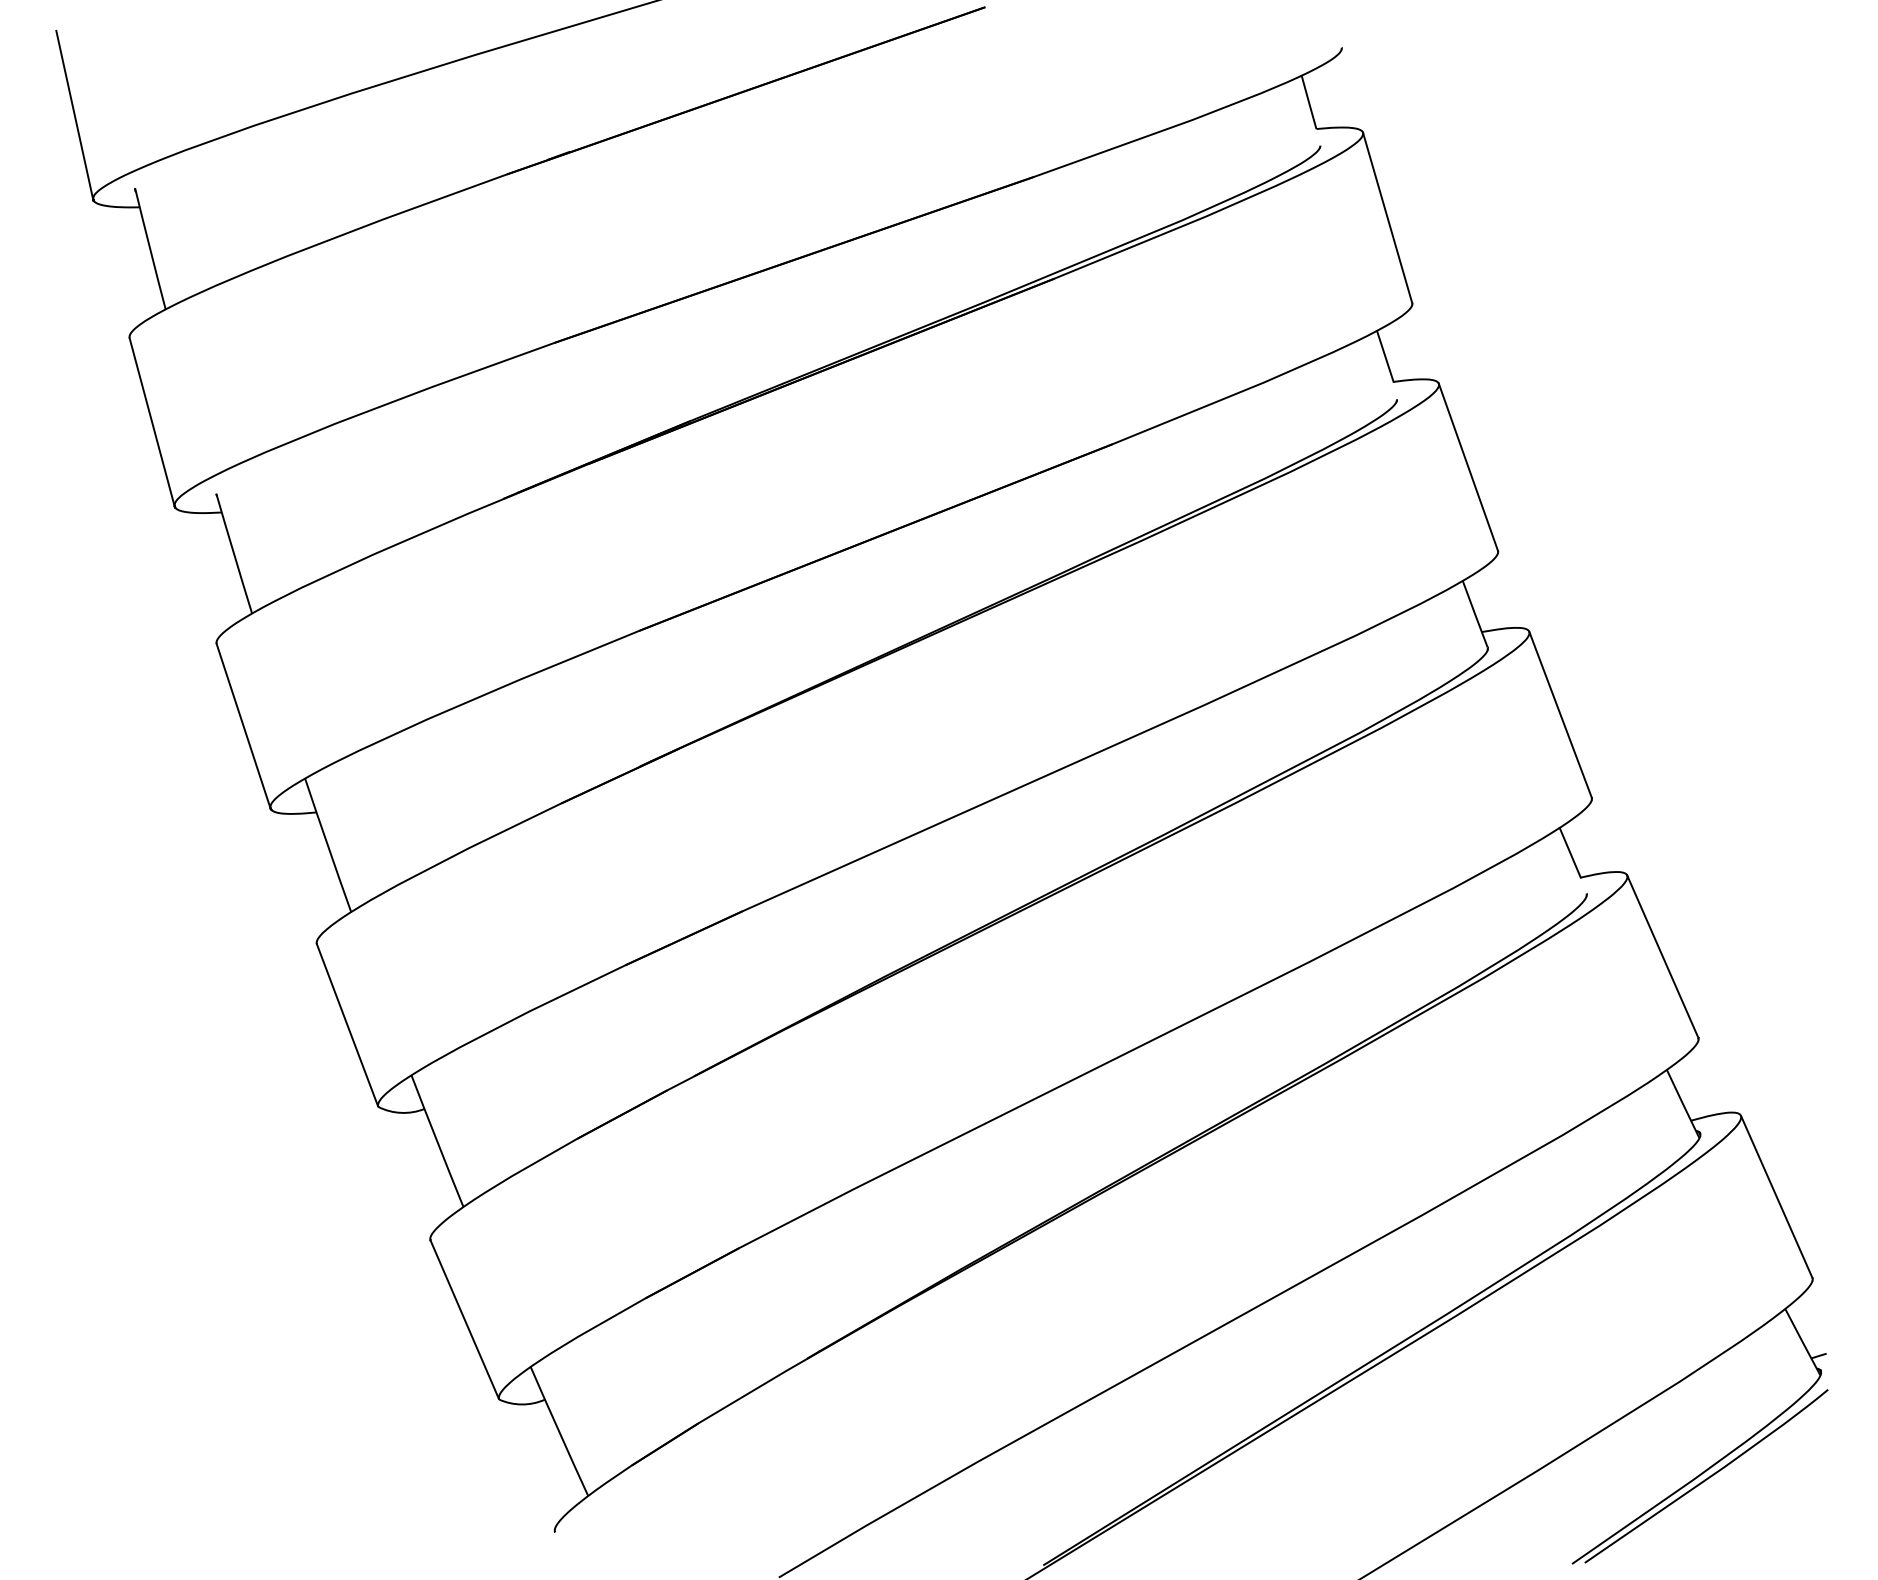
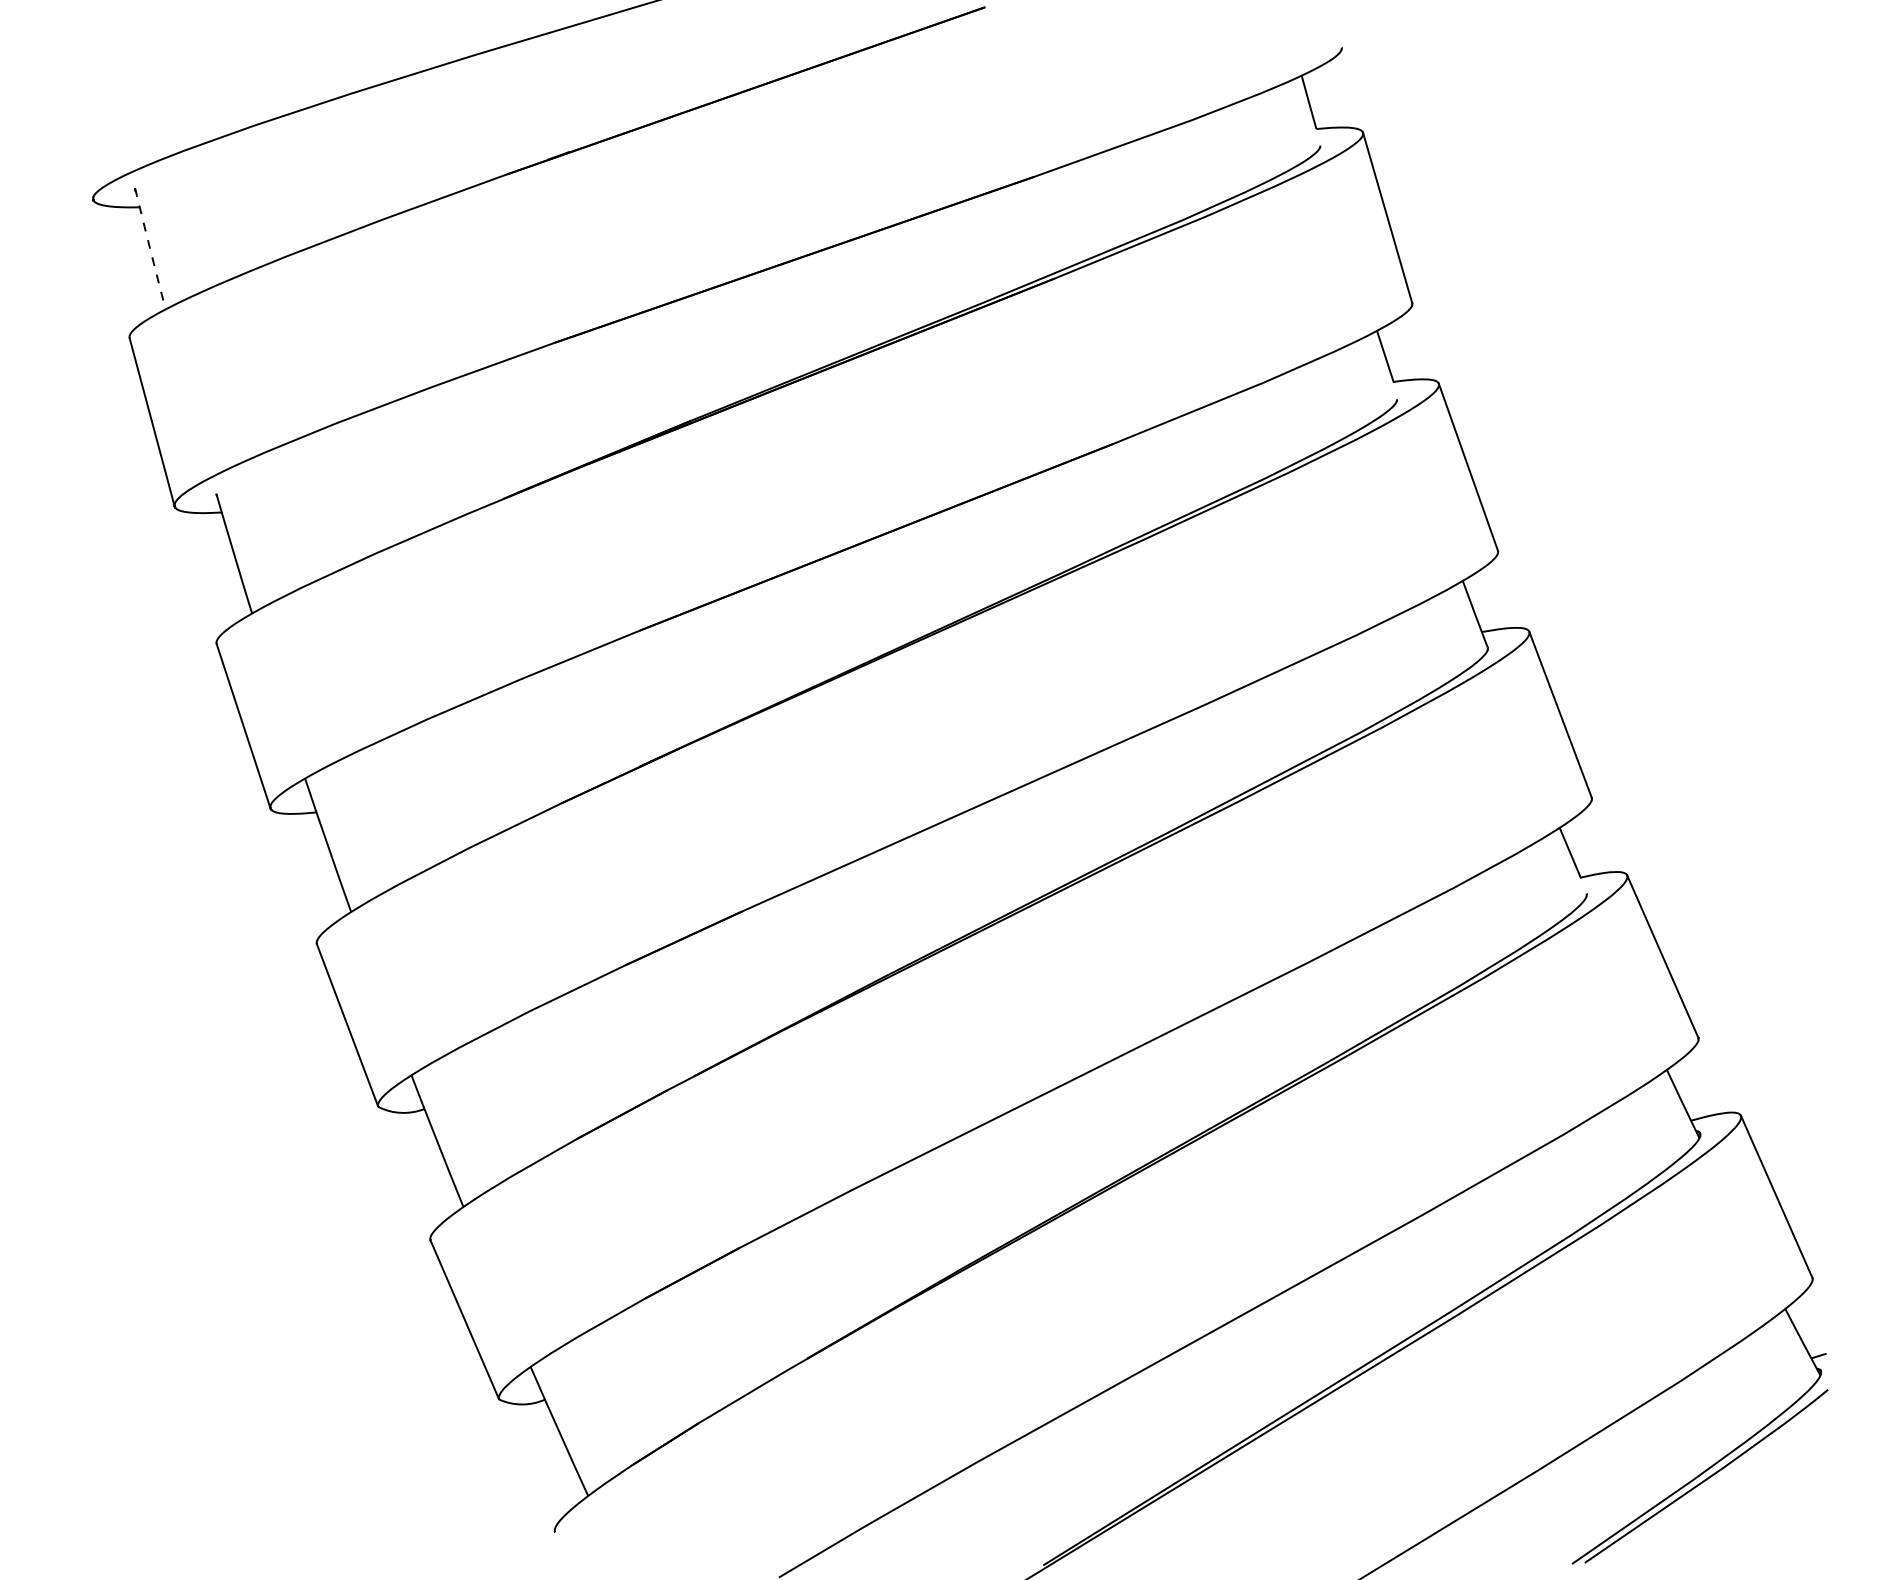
line at (74, 114): present -> none
arc at (150, 248): solid -> dashed
